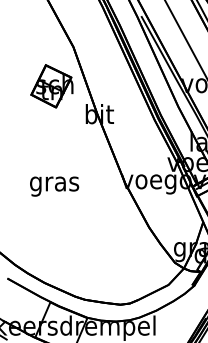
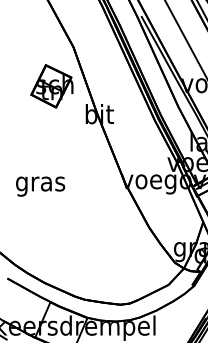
text at (54, 186) position: (54, 186) -> (40, 186)
